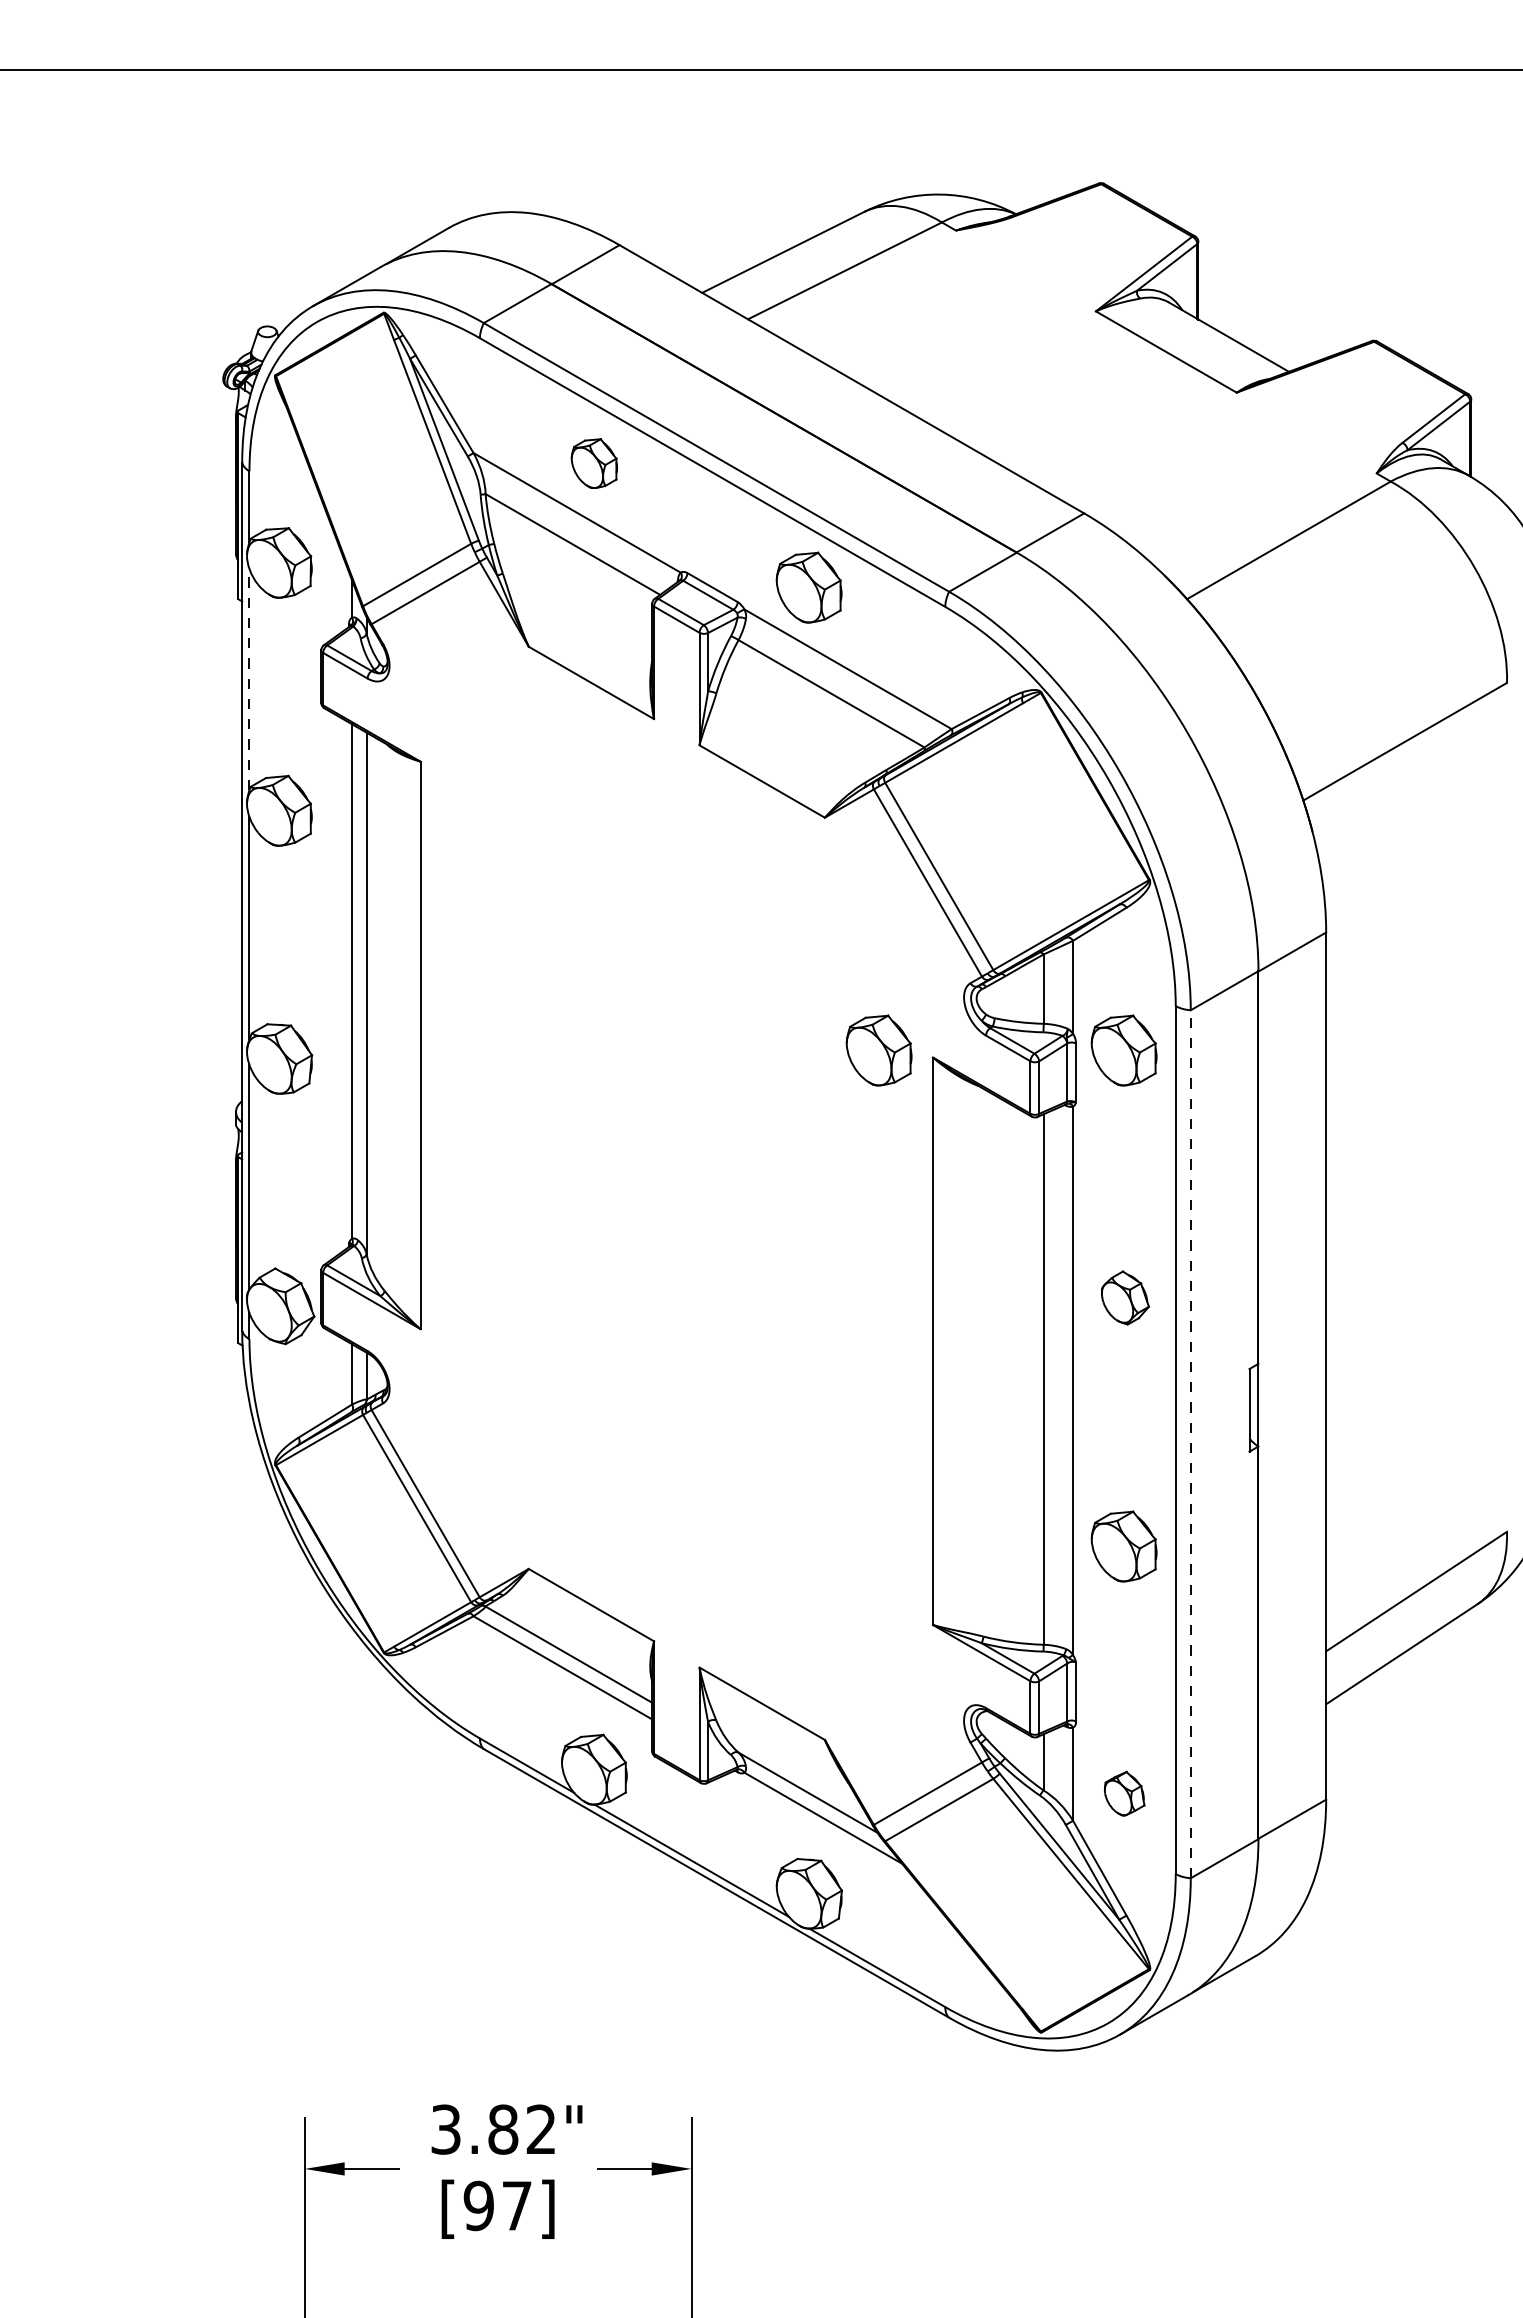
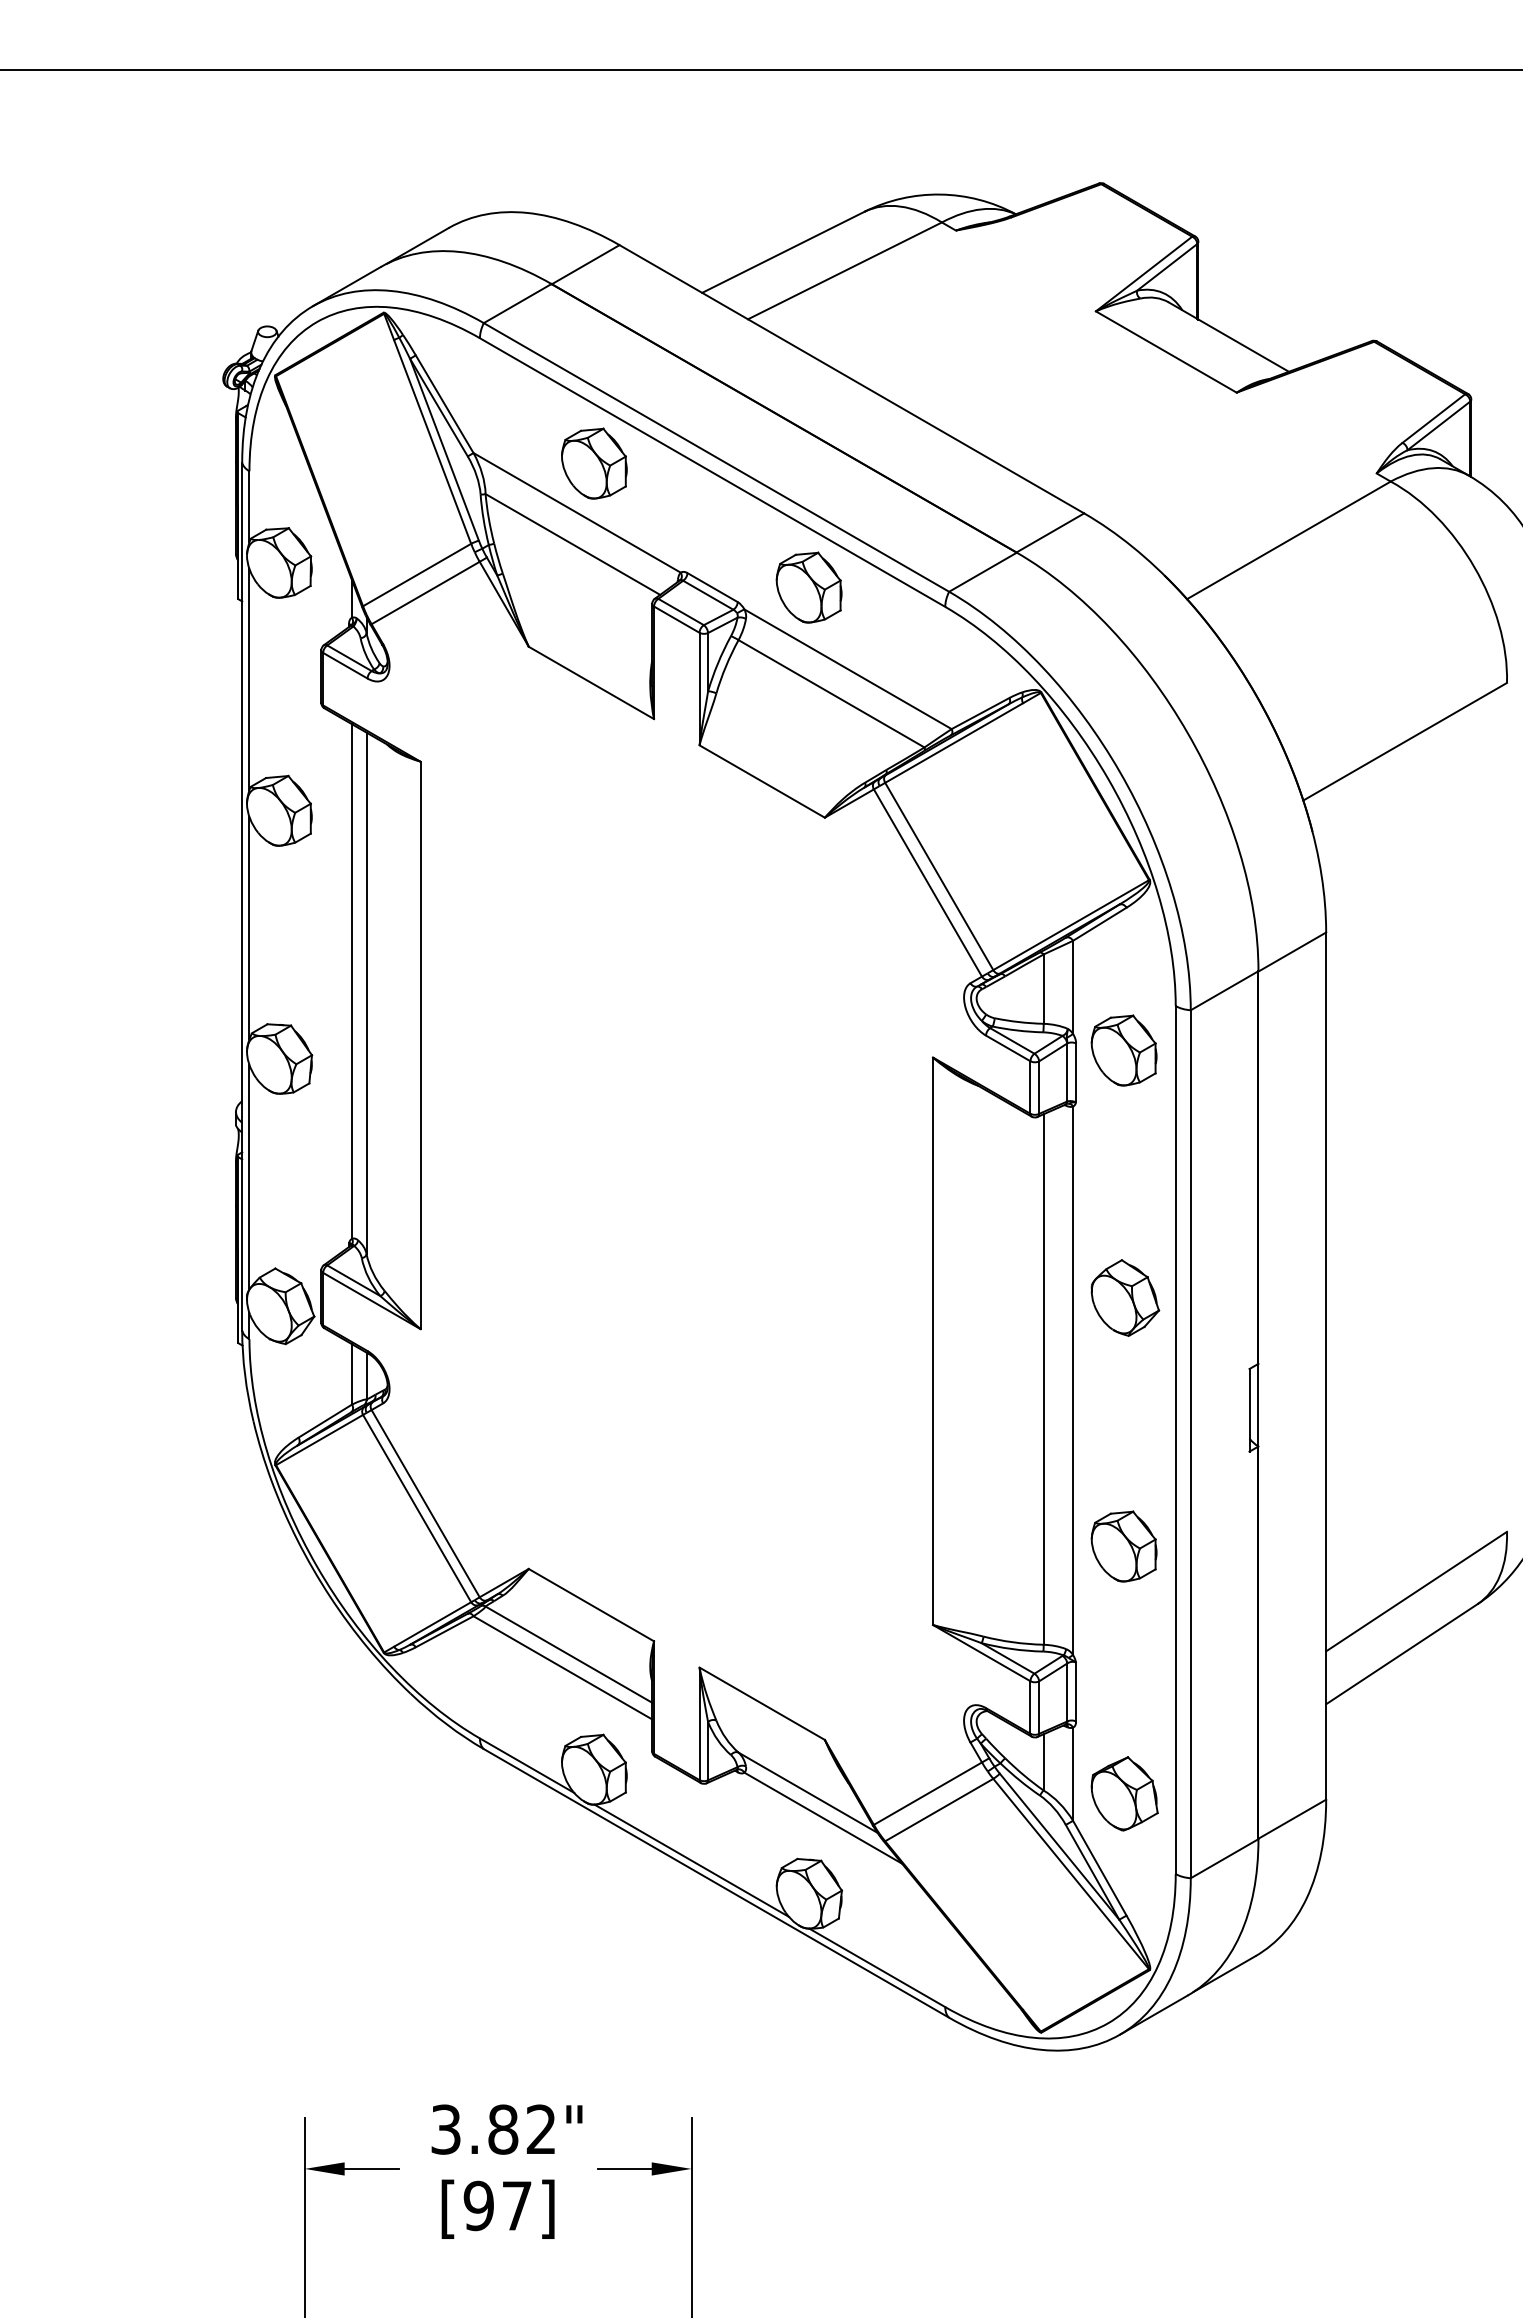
part at (593, 463) size: 48x51 px -> 67x73 px
line at (249, 679): dashed -> solid
part at (878, 1050): present -> none
part at (1125, 1297) size: 49x56 px -> 71x78 px
line at (1190, 1444): dashed -> solid
part at (1124, 1793) size: 42x47 px -> 69x76 px
